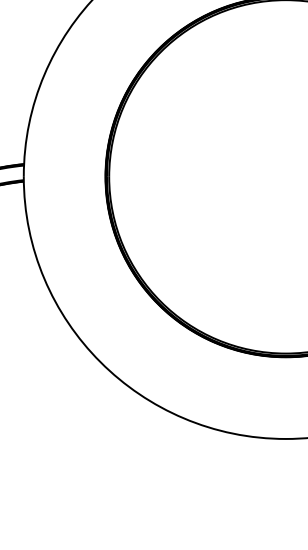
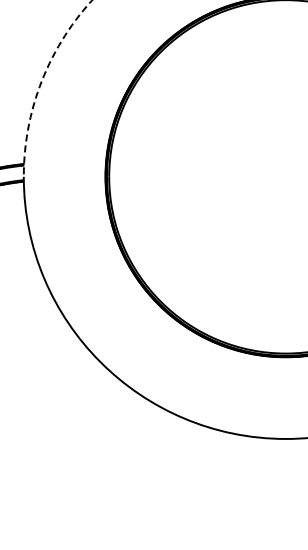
arc at (41, 83): solid -> dashed
